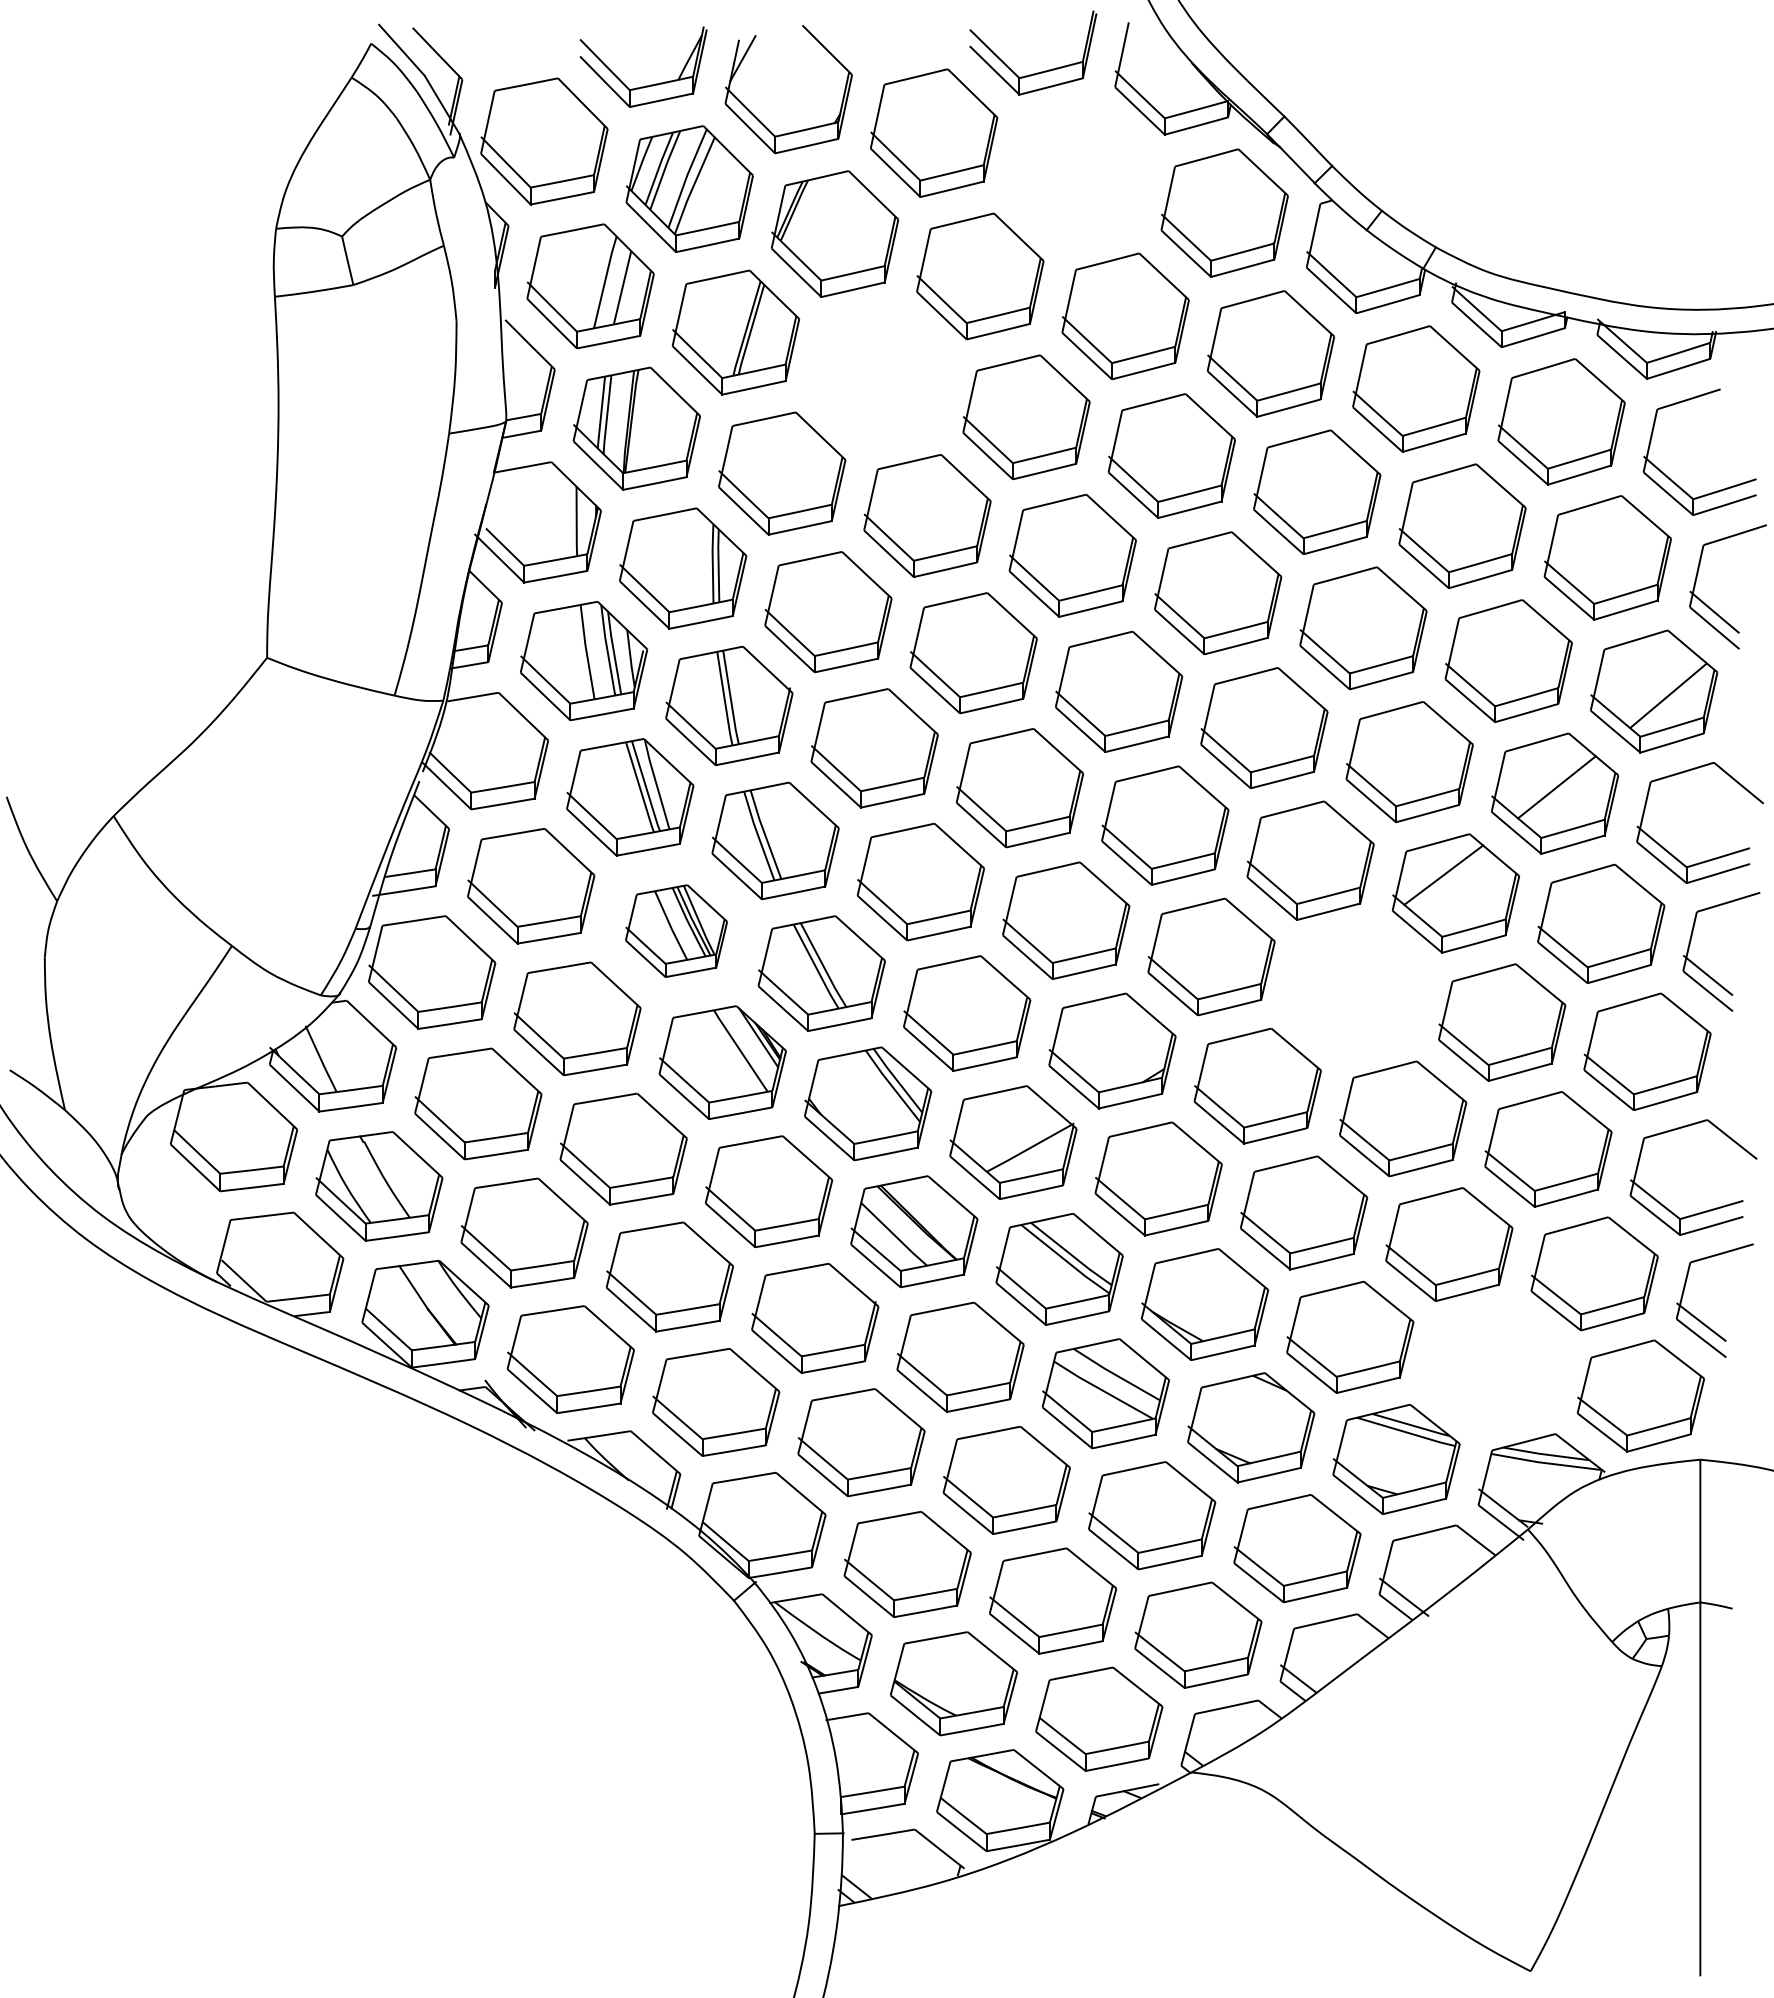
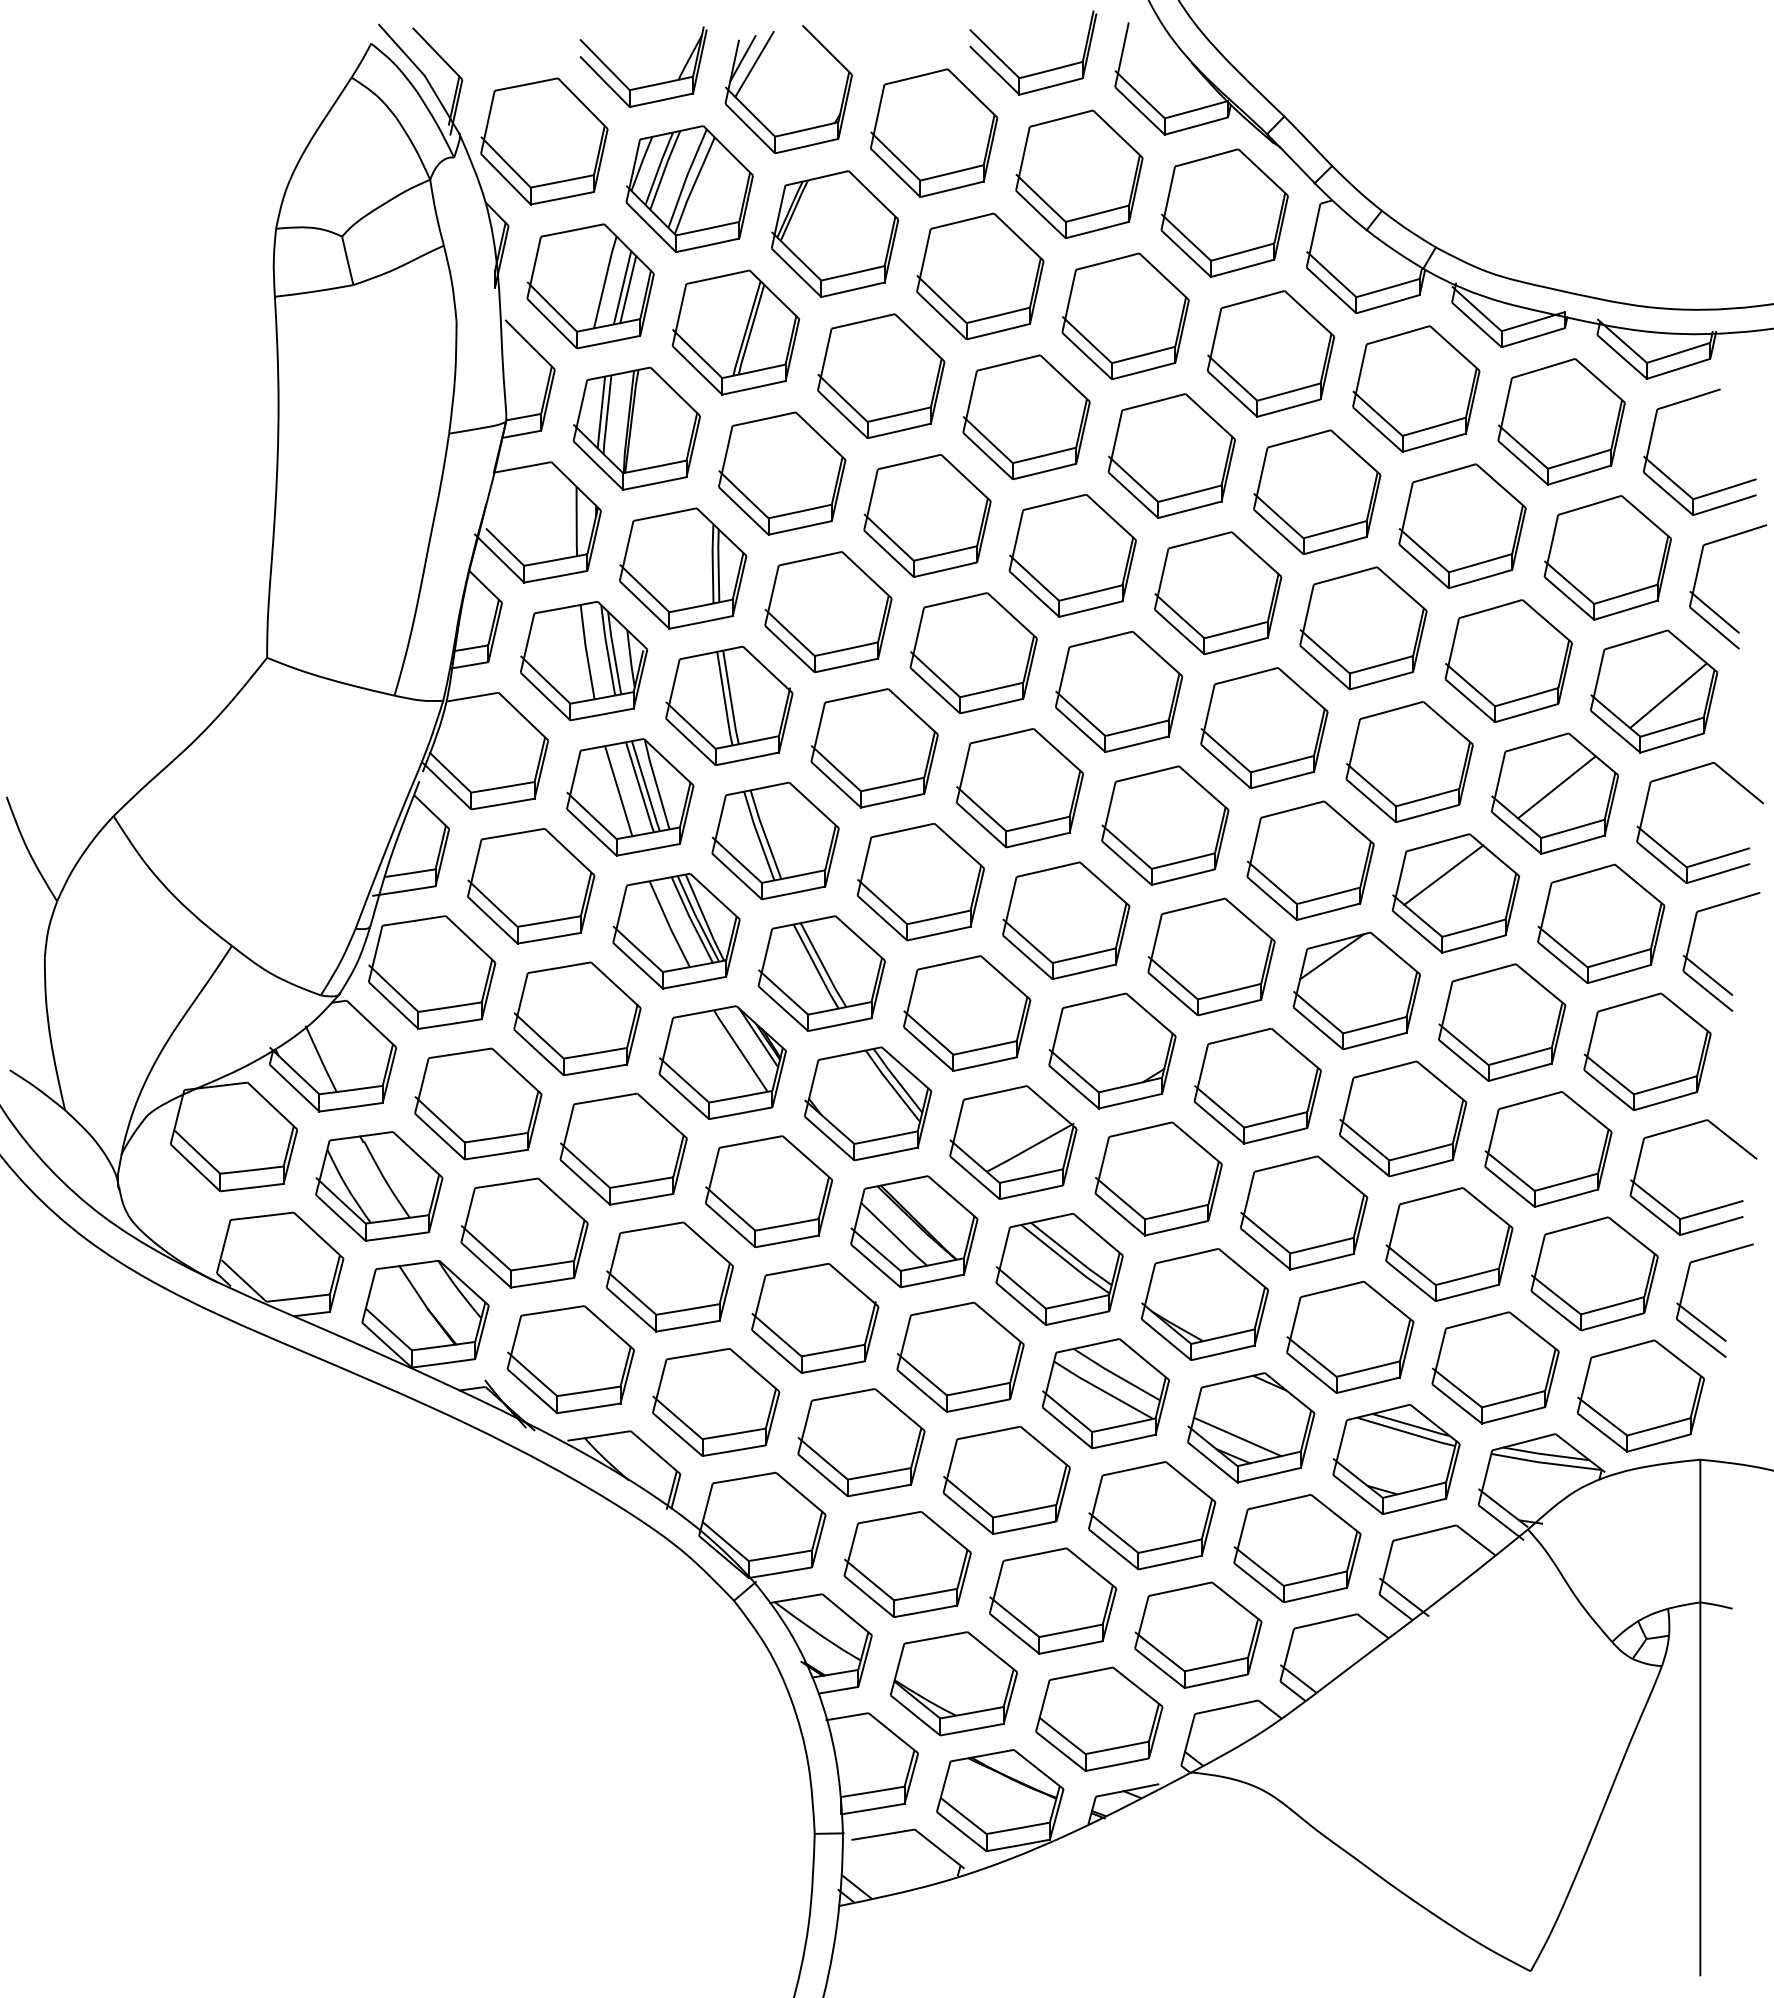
line at (754, 64): none -> present
part at (1079, 173): none -> present
line at (628, 289): none -> present
part at (881, 375): none -> present
line at (618, 791): none -> present
part at (676, 930) size: 103x94 px -> 129x118 px
part at (1356, 990): none -> present
part at (1495, 1367): none -> present
line at (1237, 1436): none -> present
